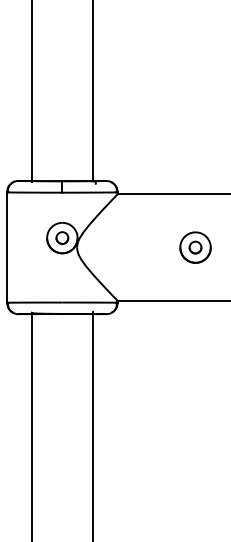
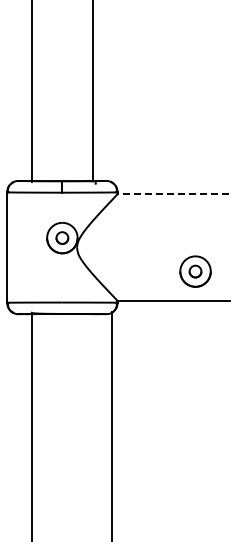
line at (173, 194): solid -> dashed
part at (195, 247) position: (195, 247) -> (195, 271)
line at (92, 425) position: (92, 425) -> (111, 425)
